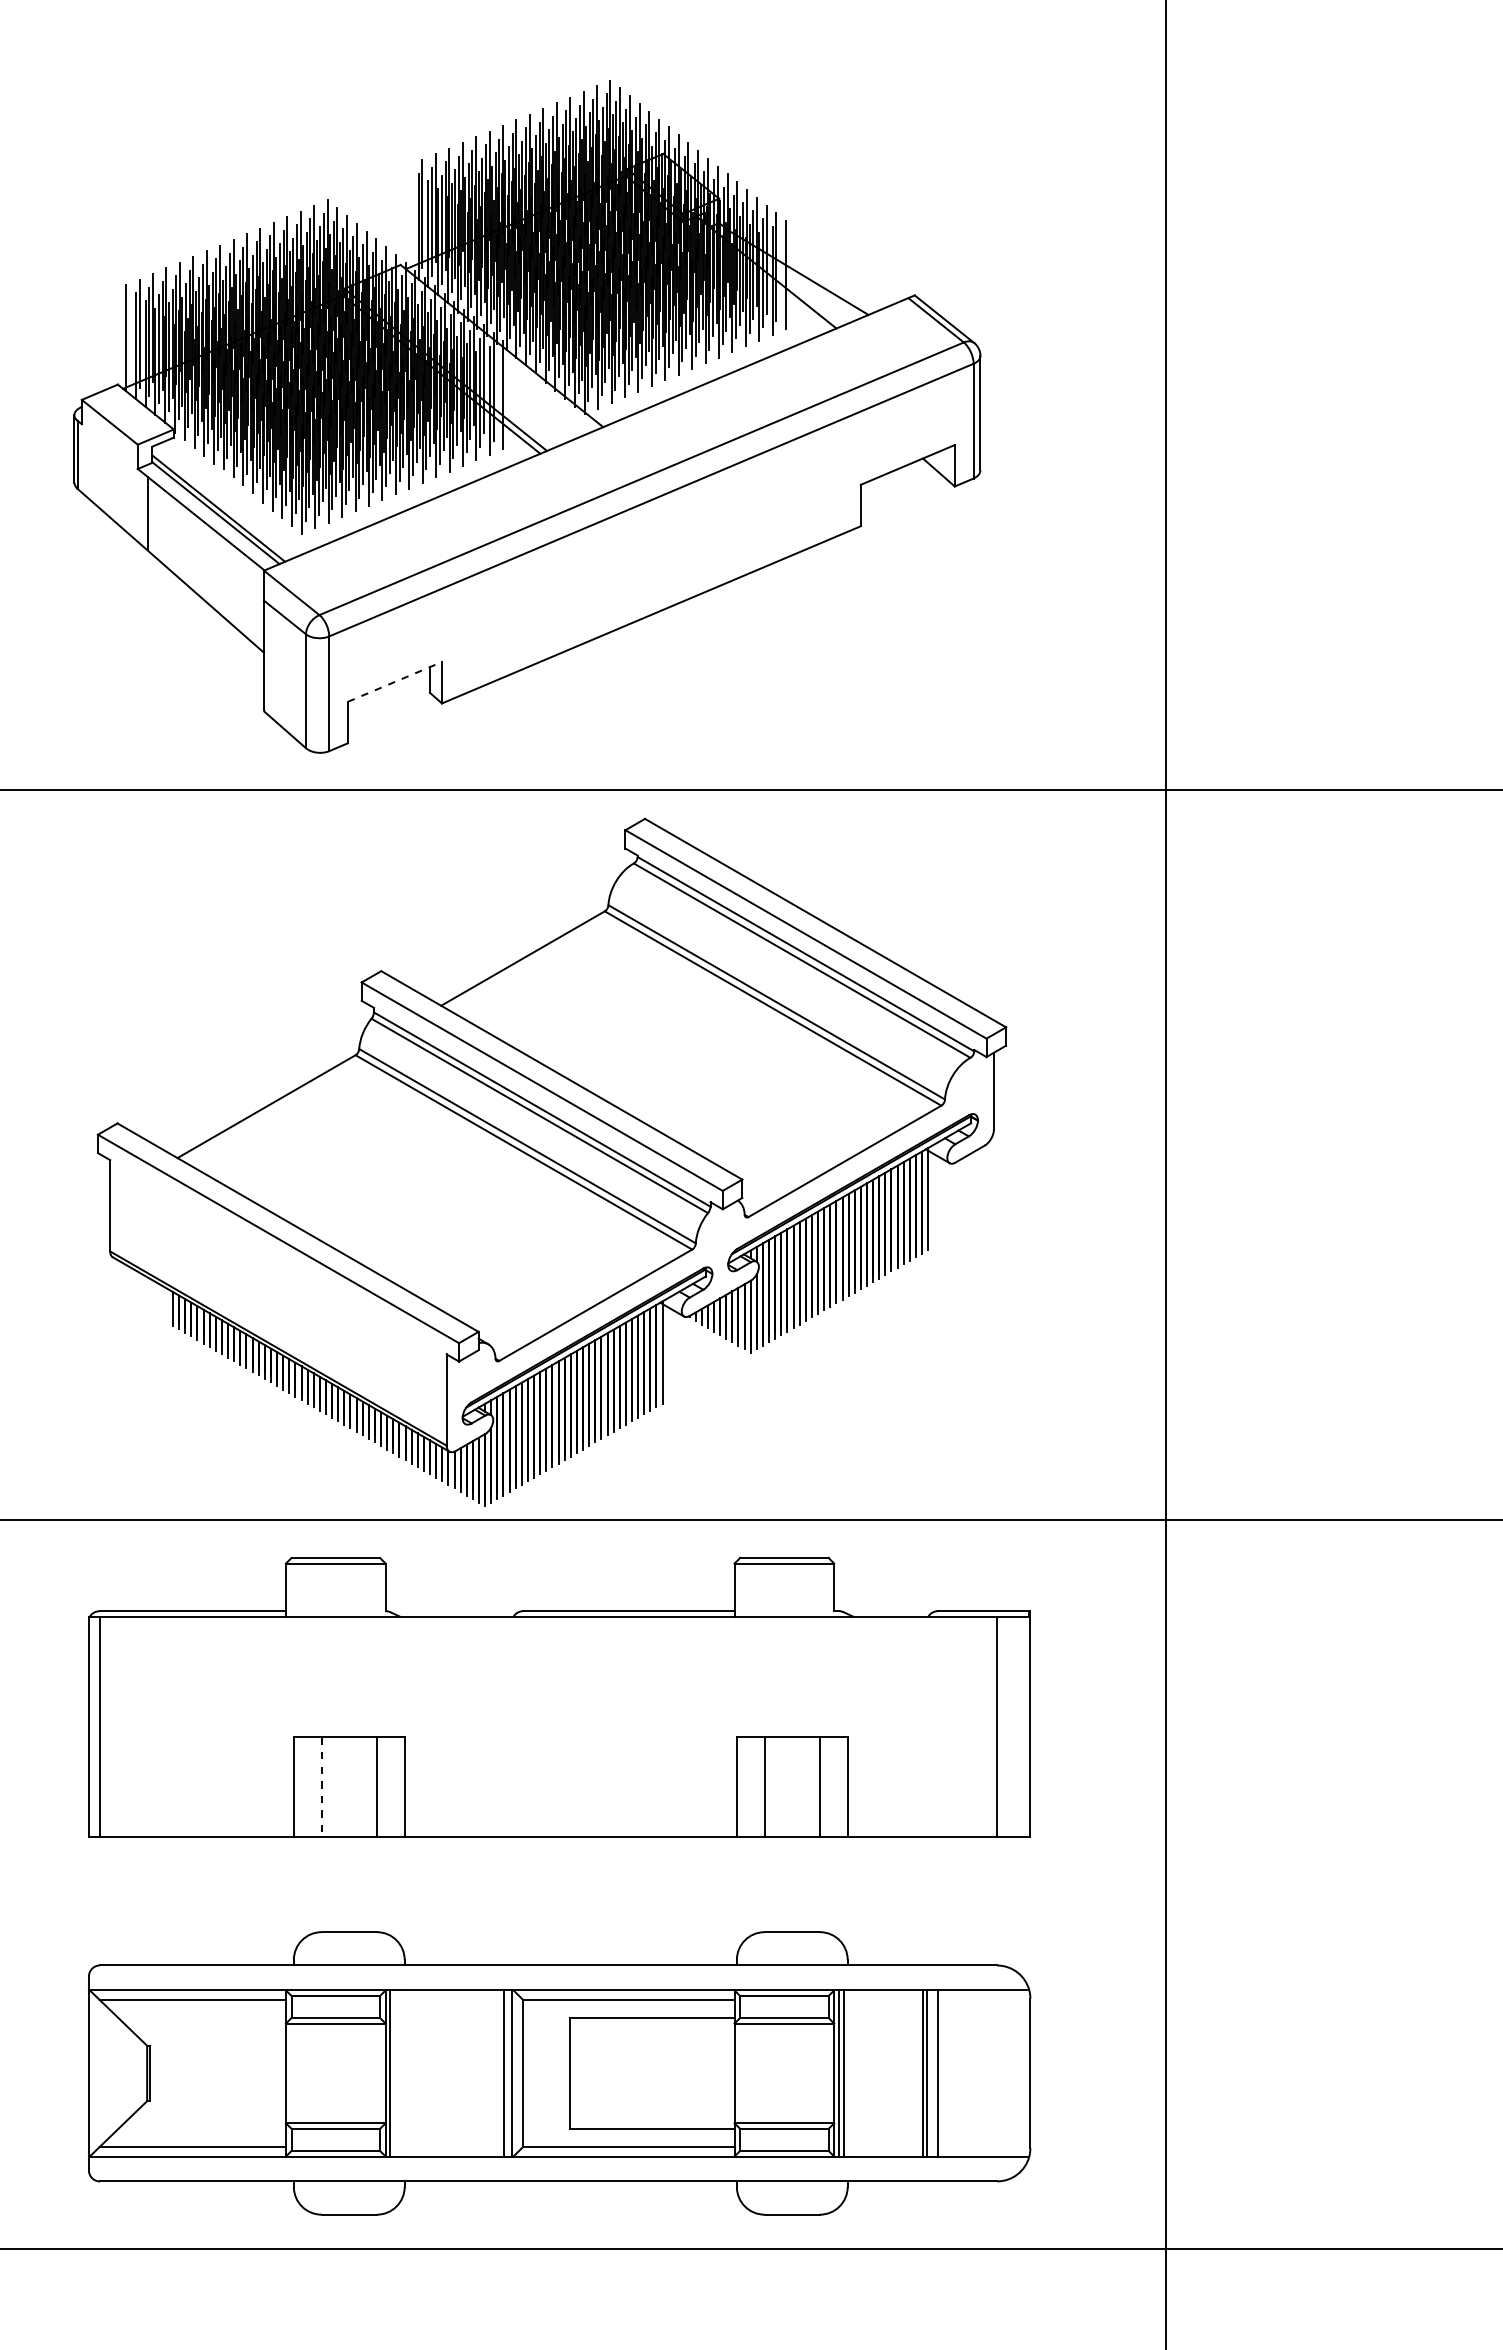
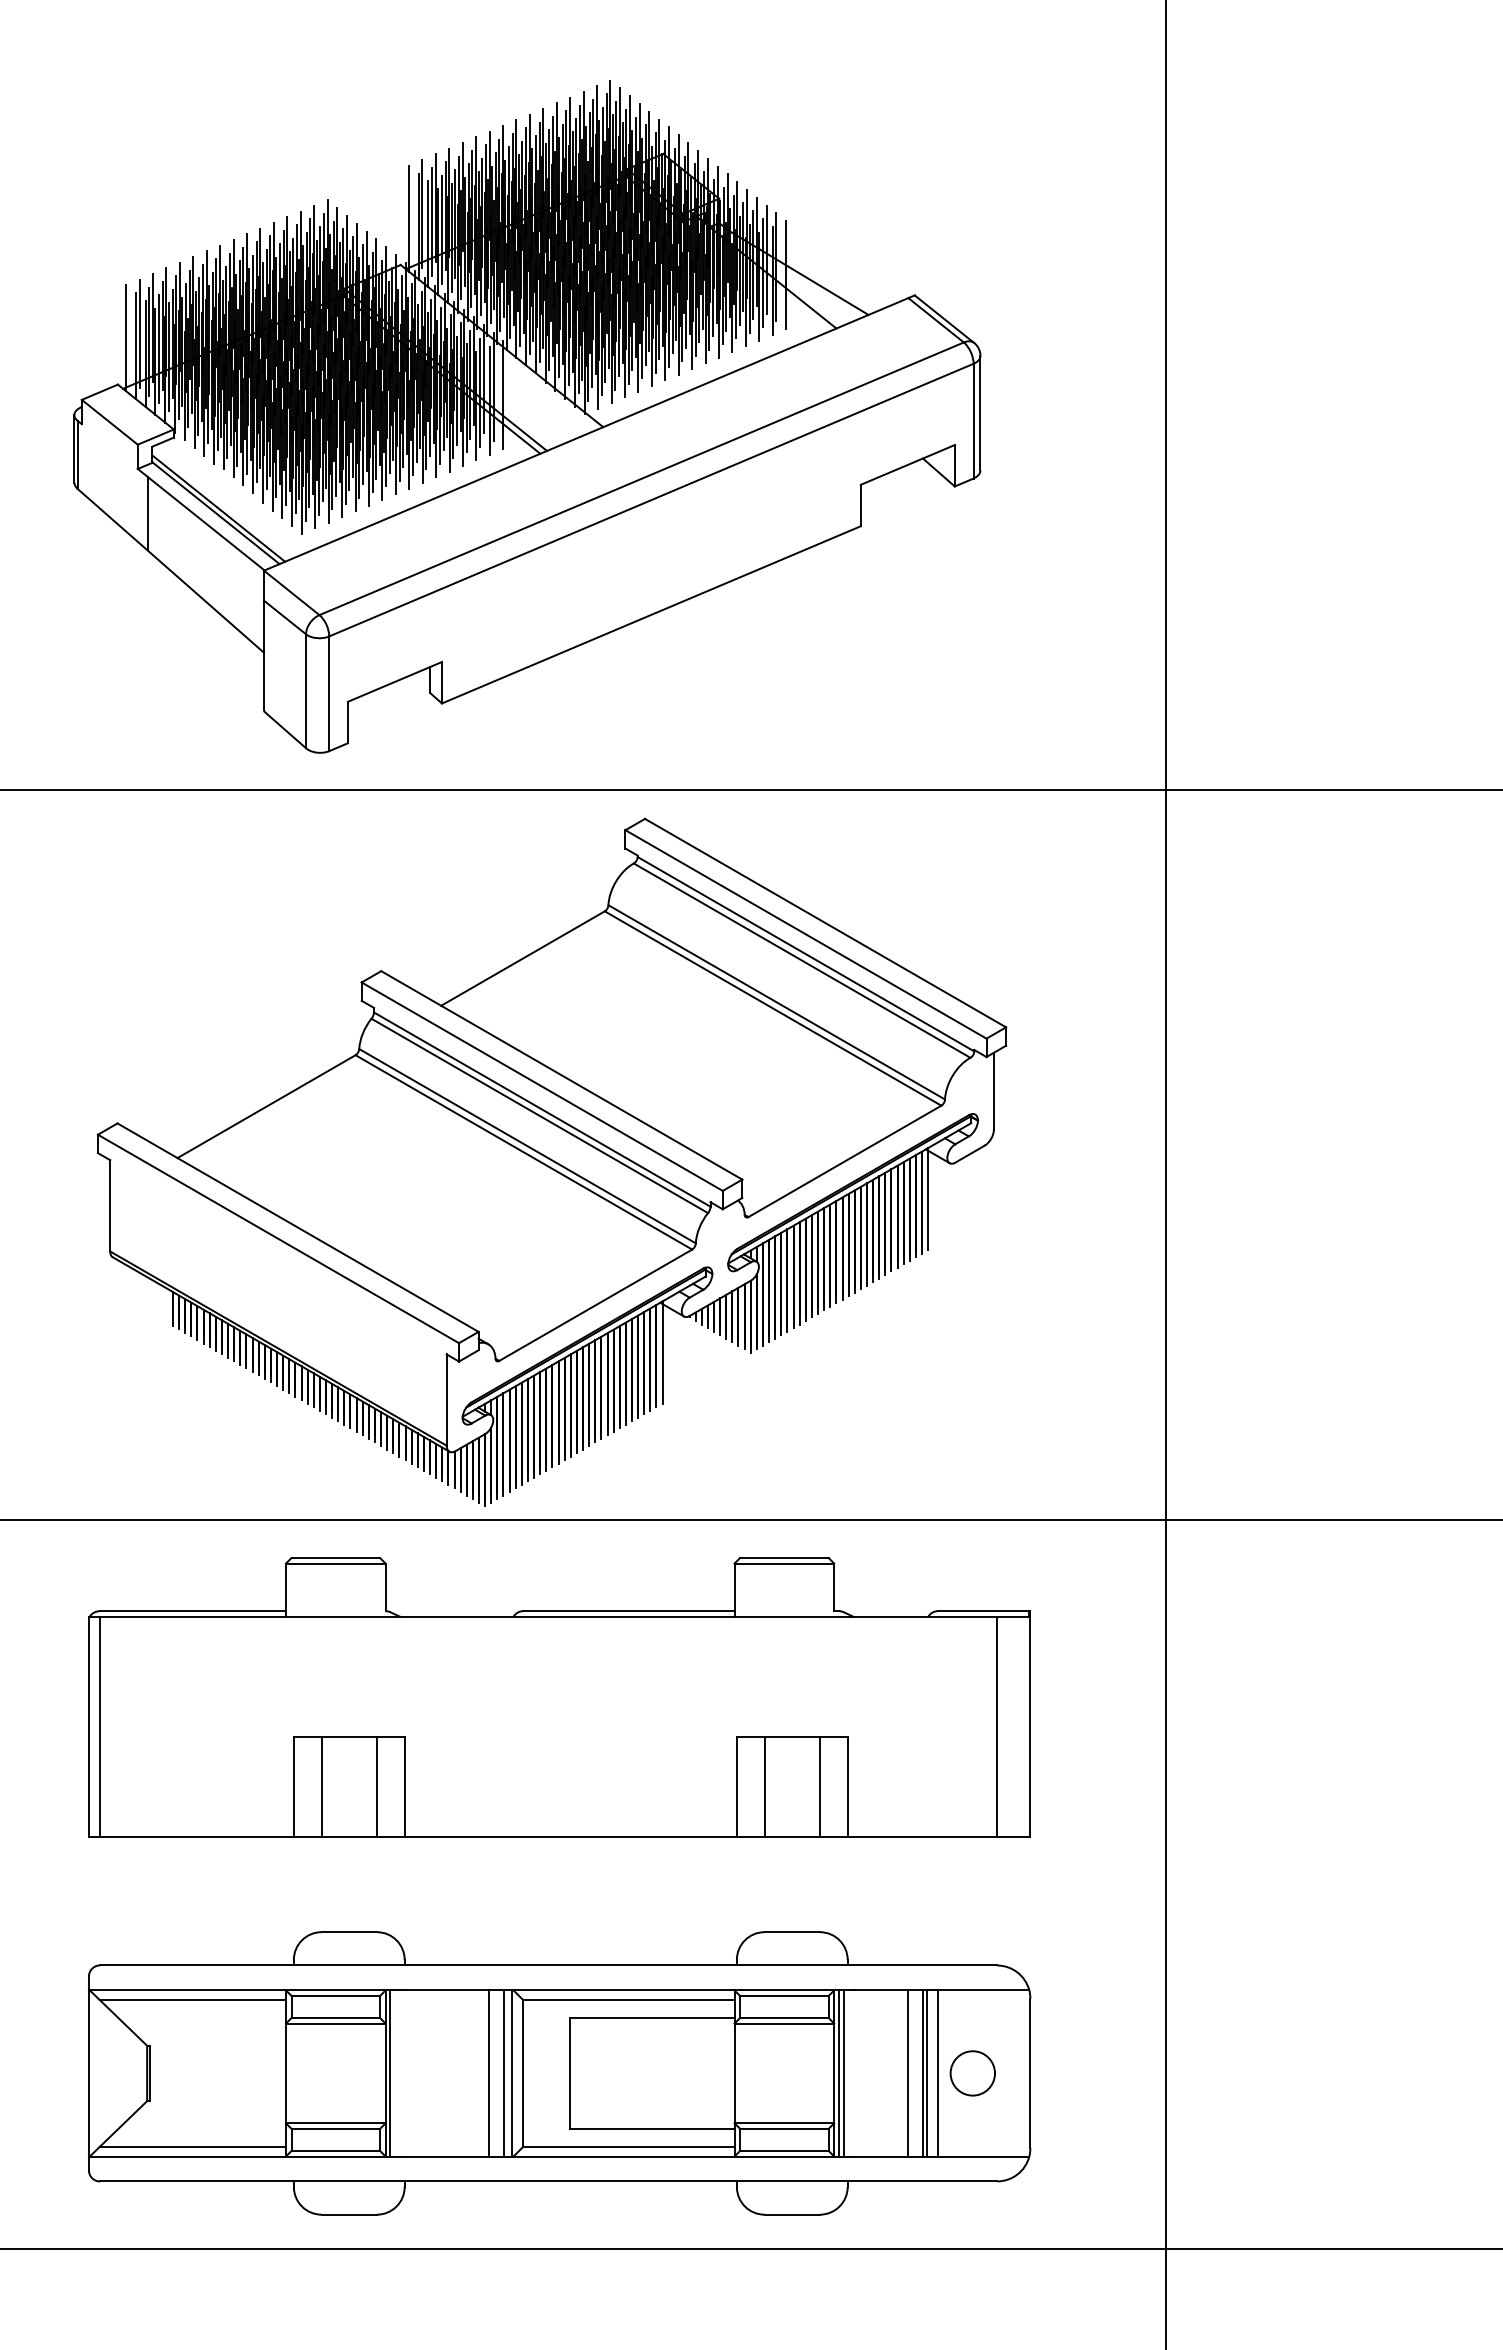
line at (408, 218): none -> present
line at (395, 681): dashed -> solid
line at (321, 1787): dashed -> solid
line at (488, 2073): none -> present
line at (907, 2073): none -> present
circle at (972, 2073): none -> present
